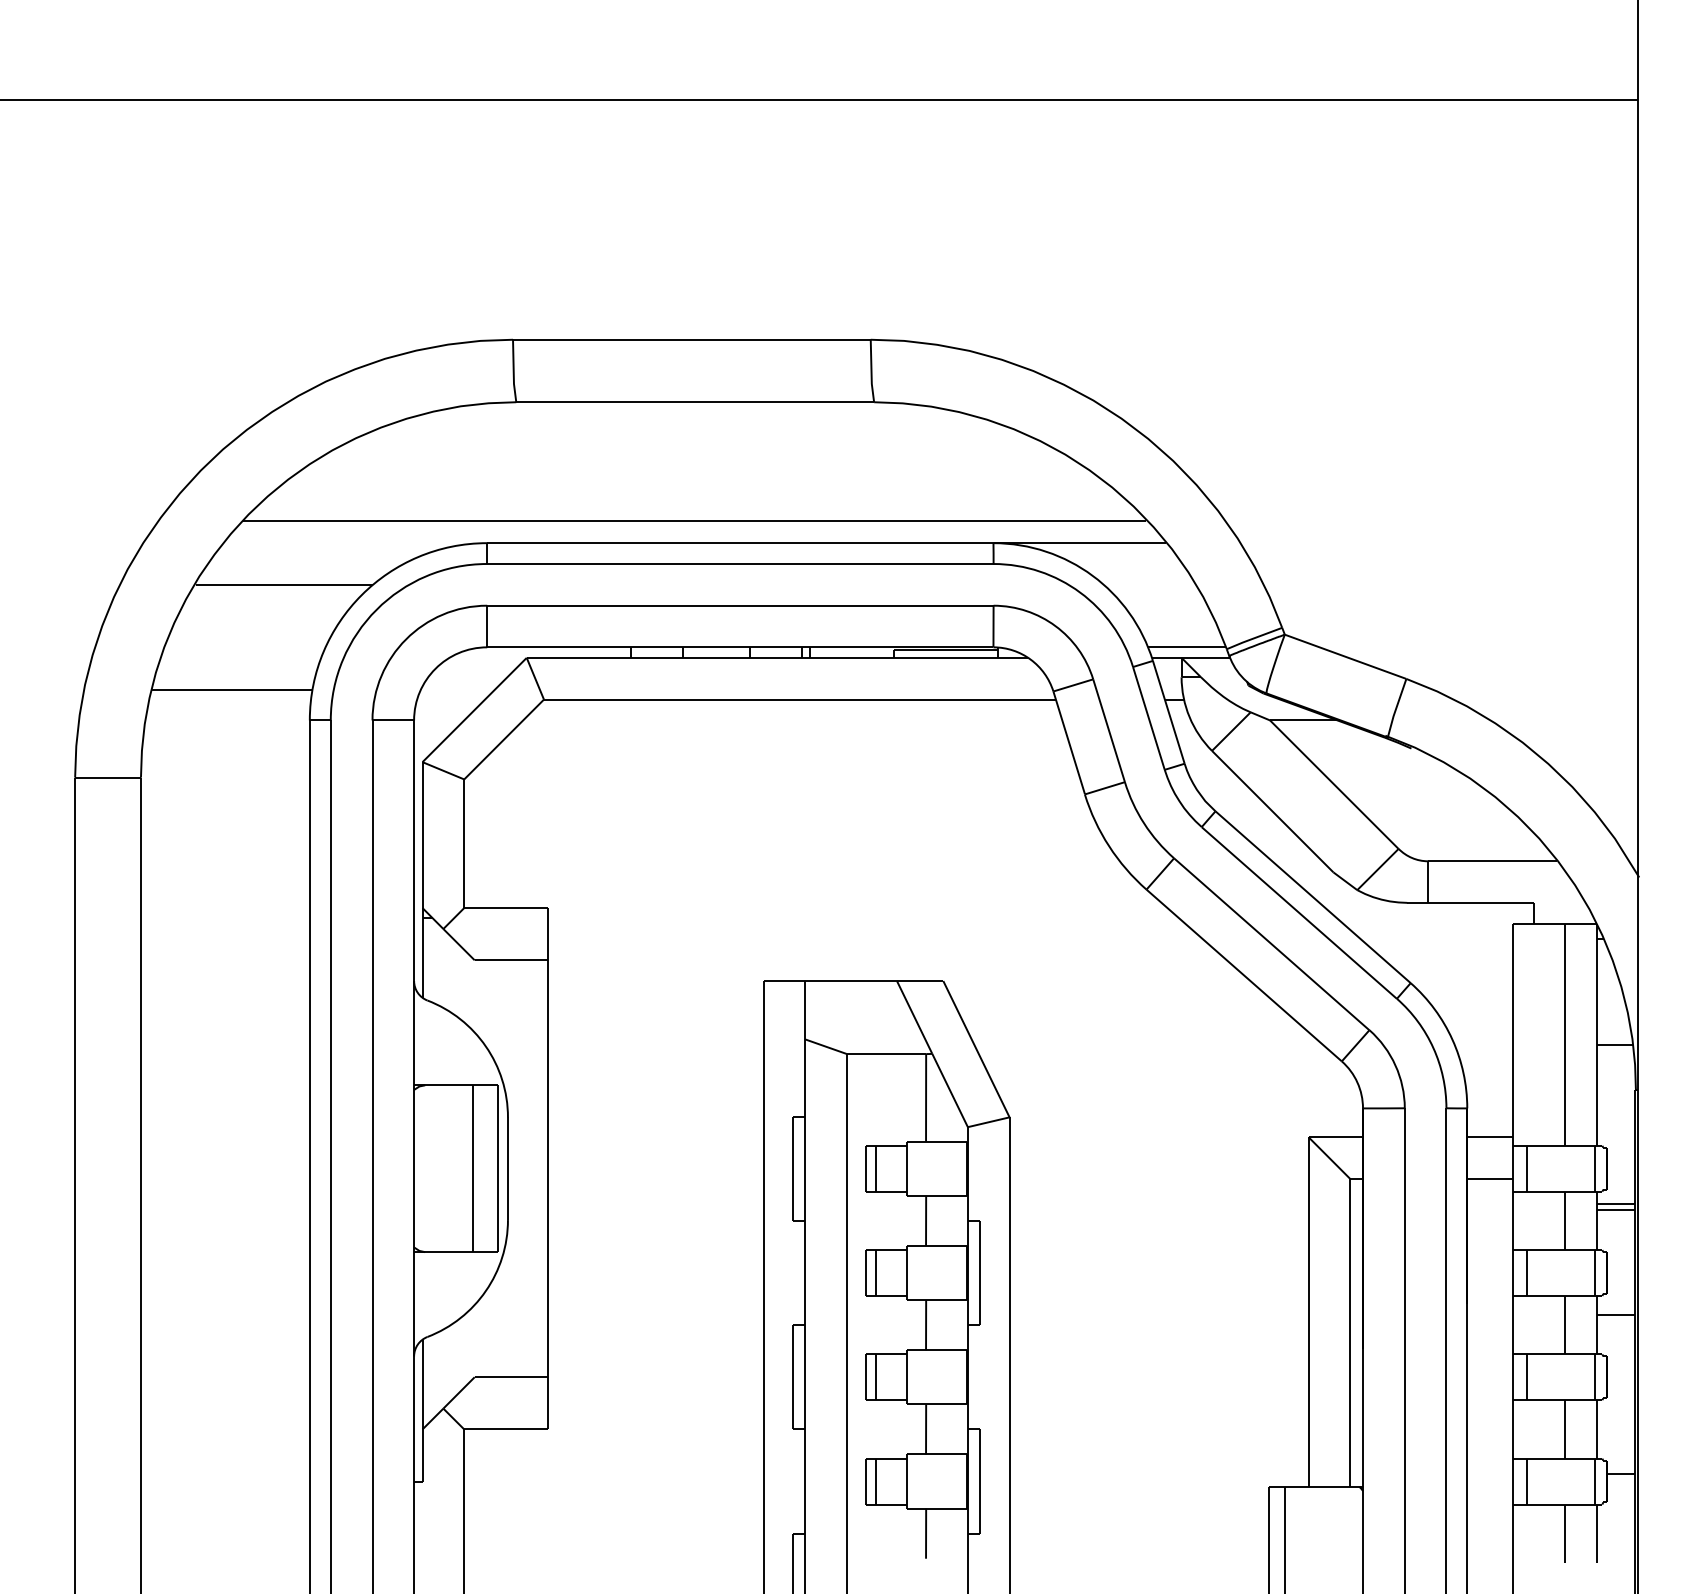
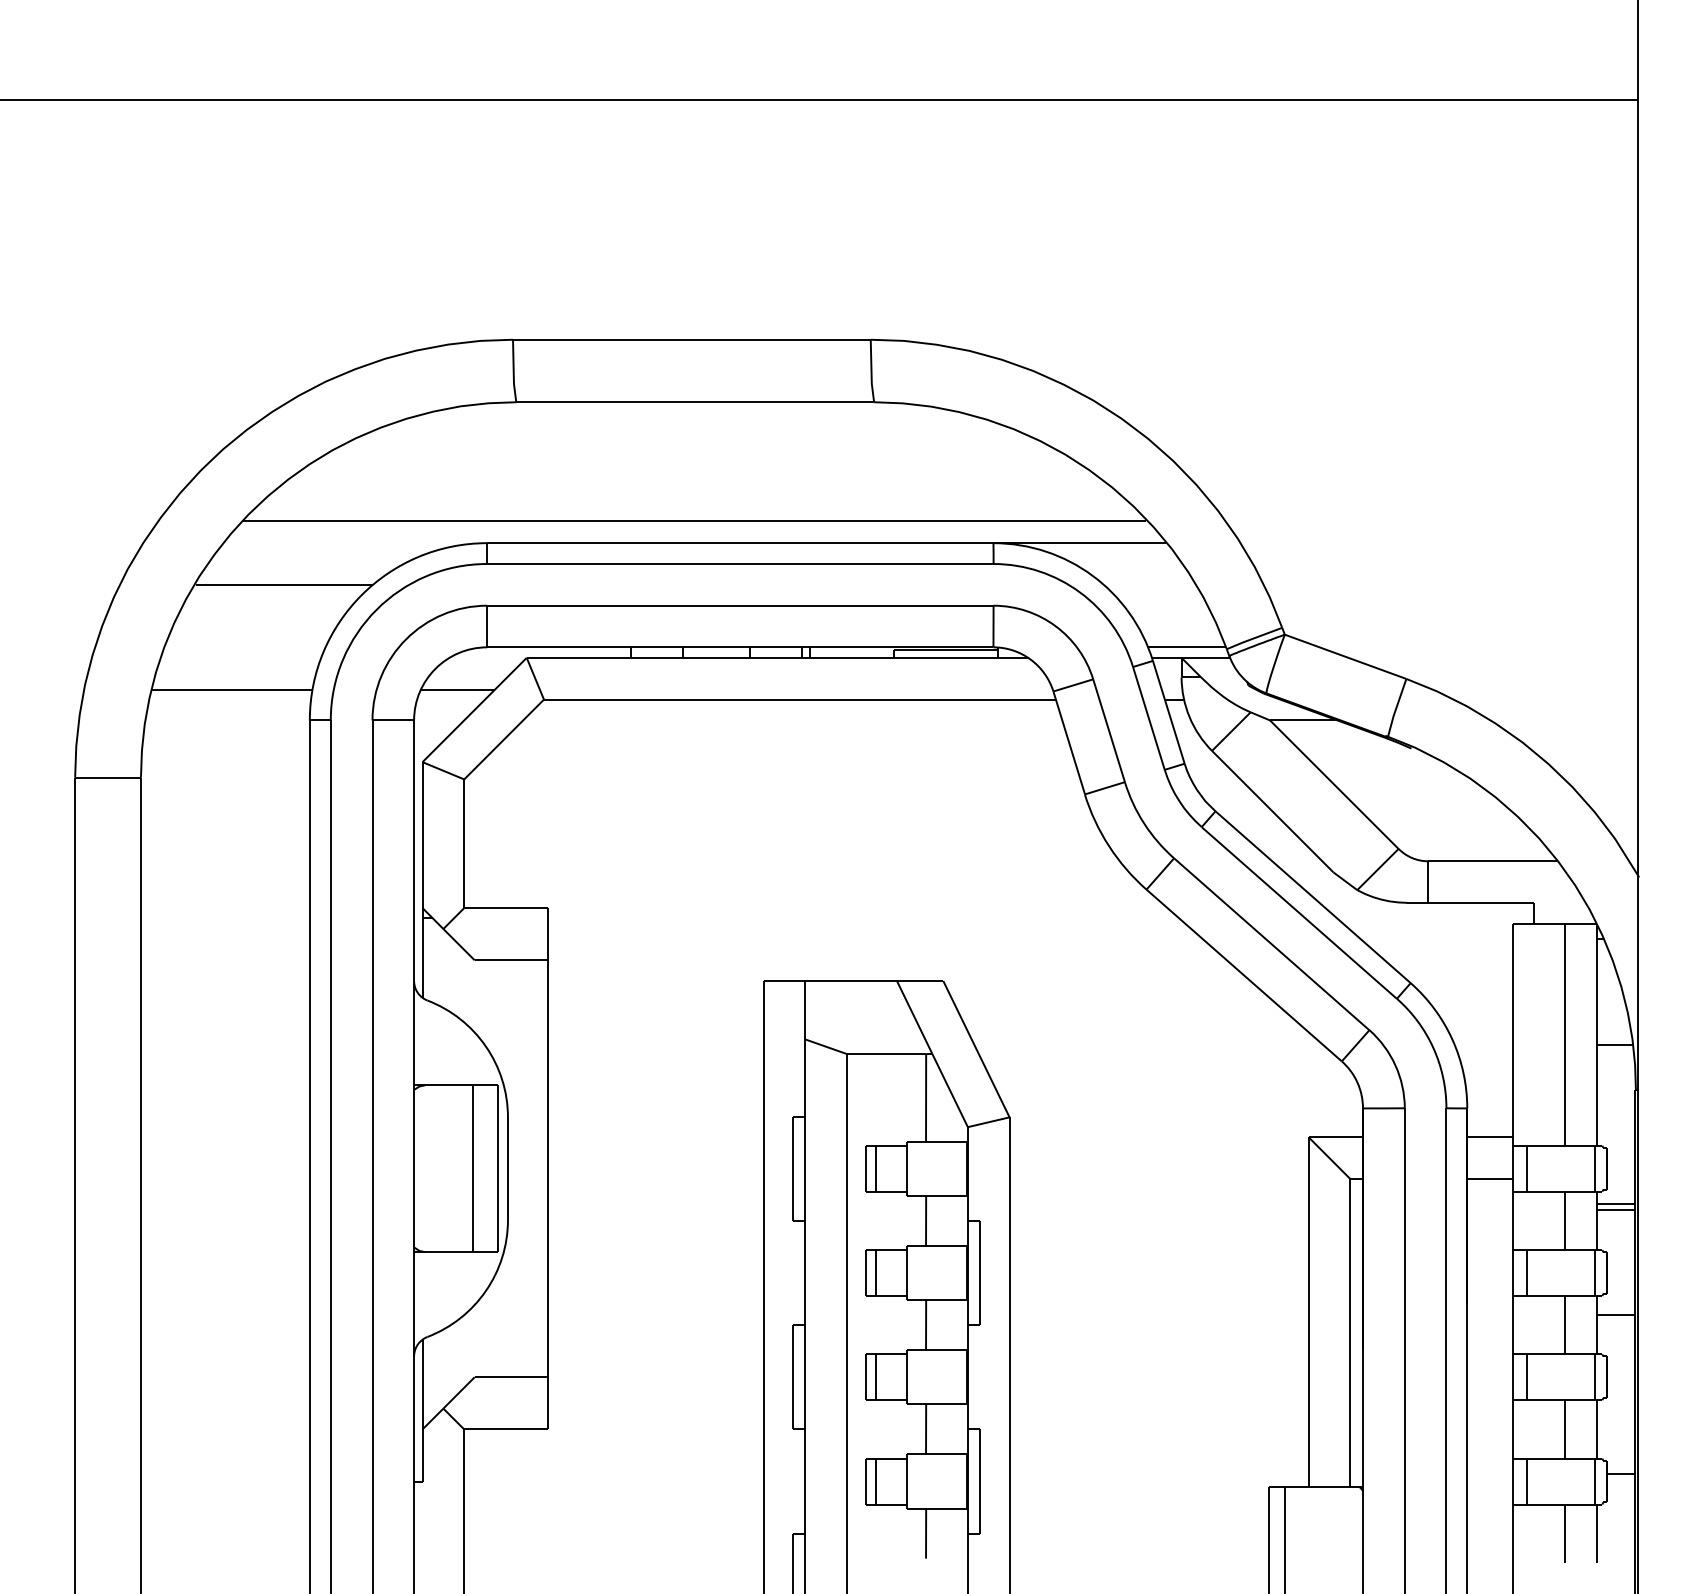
line at (457, 690): none -> present
